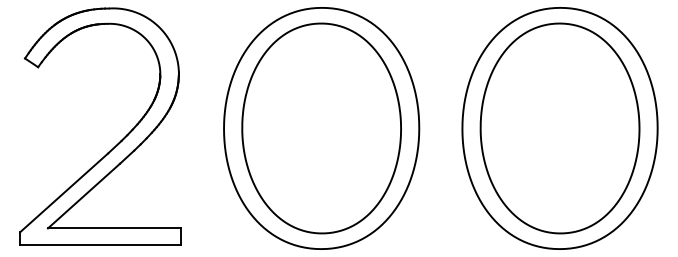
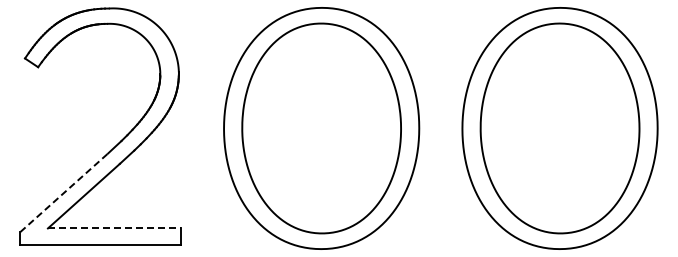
line at (64, 192): solid -> dashed
line at (114, 228): solid -> dashed
